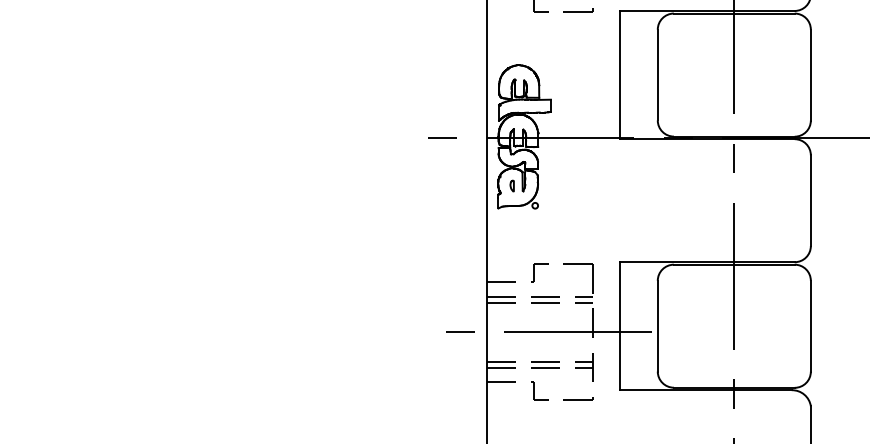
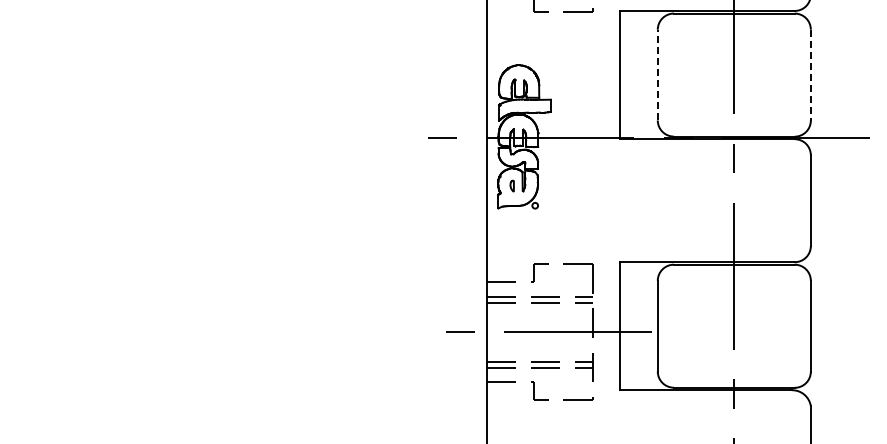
line at (657, 74): solid -> dashed
line at (810, 75): solid -> dashed
